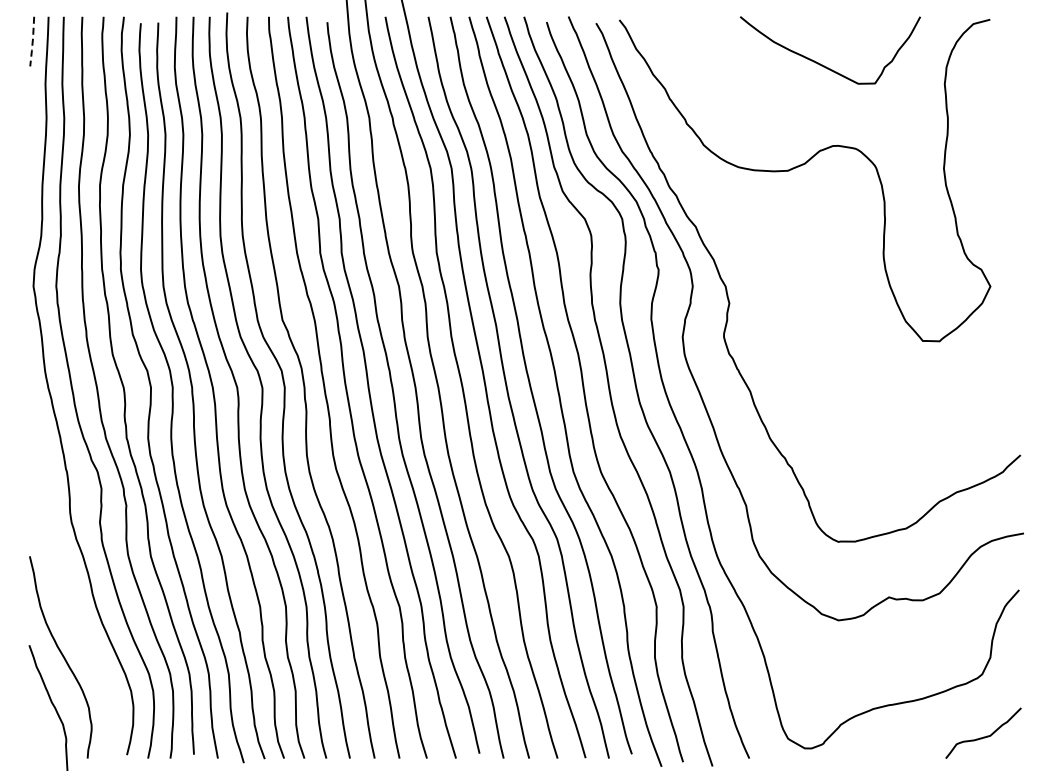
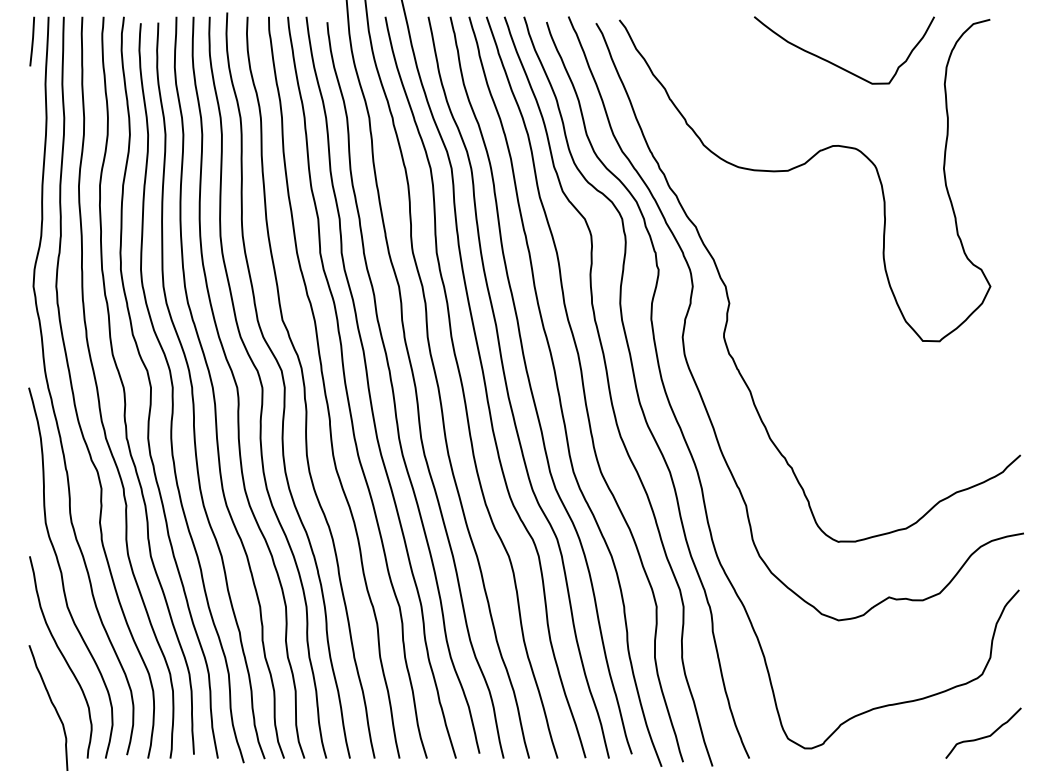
line at (32, 42): dashed -> solid
curve at (822, 64) position: (822, 64) -> (836, 64)
curve at (62, 572): none -> present
